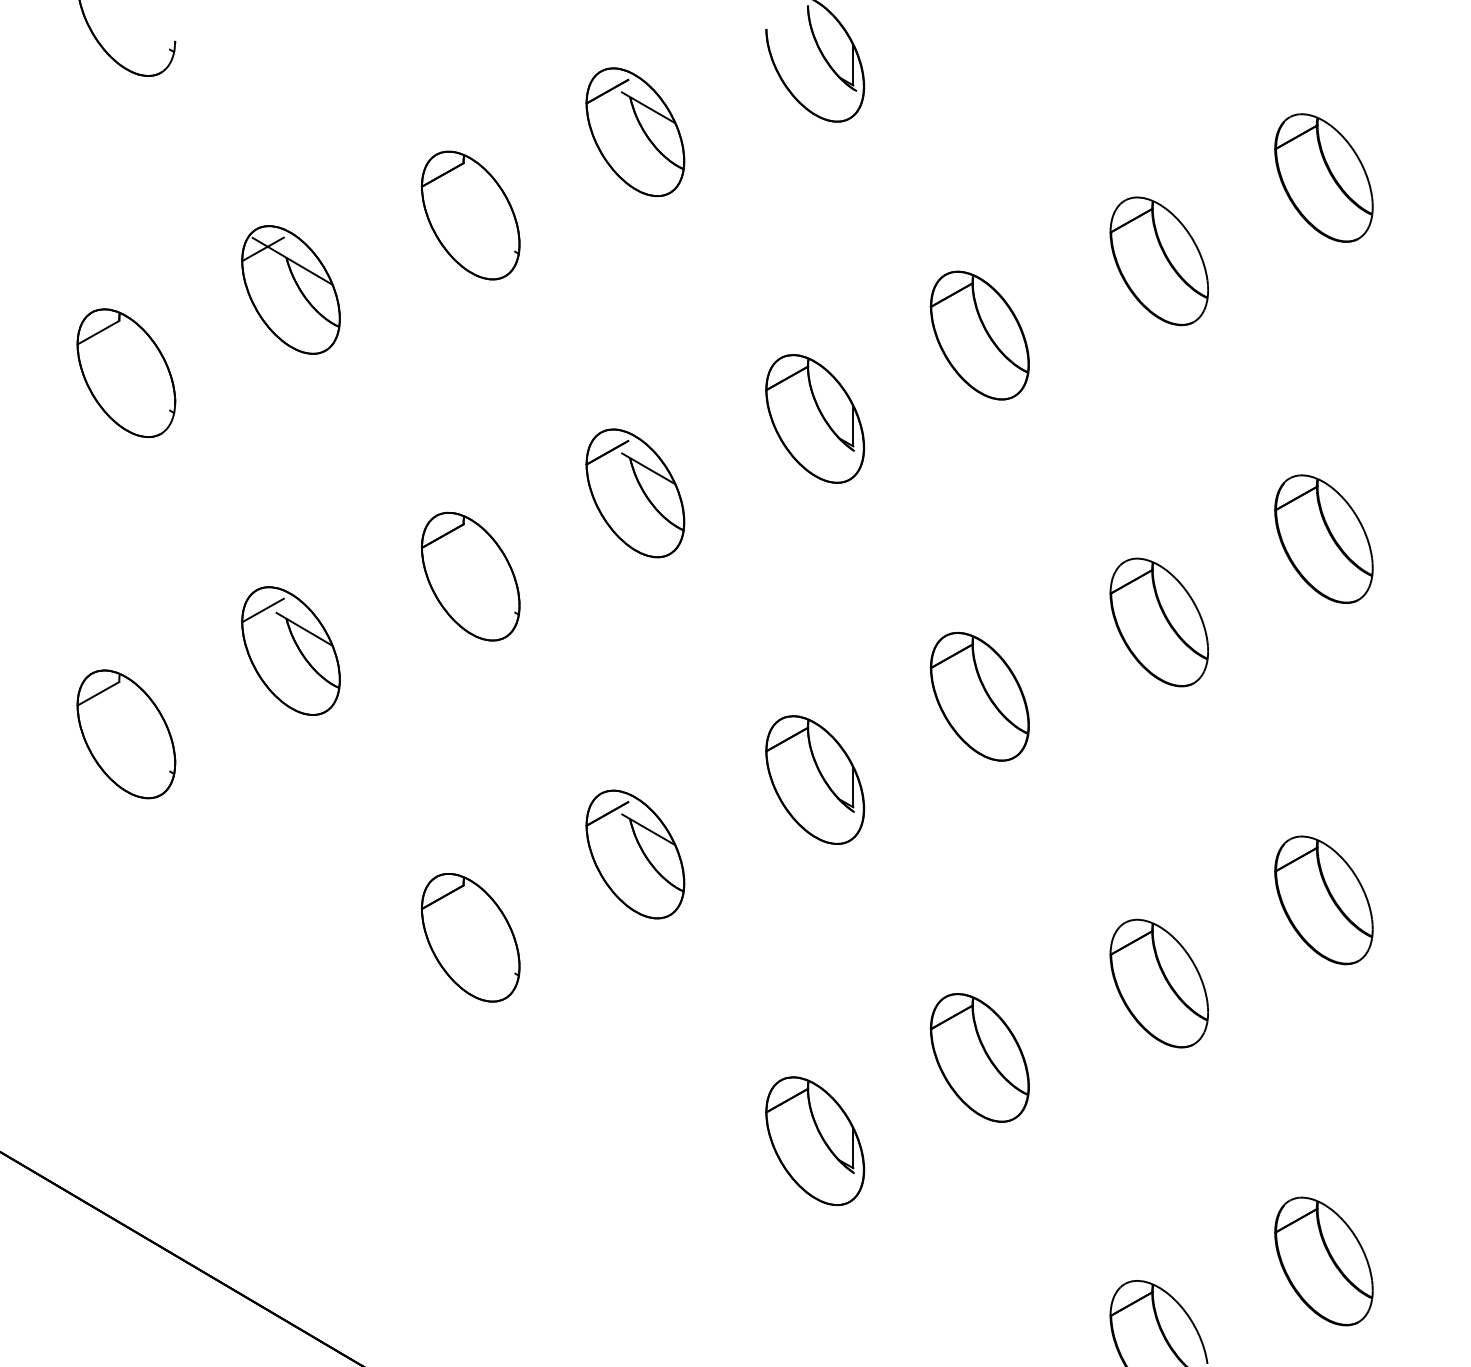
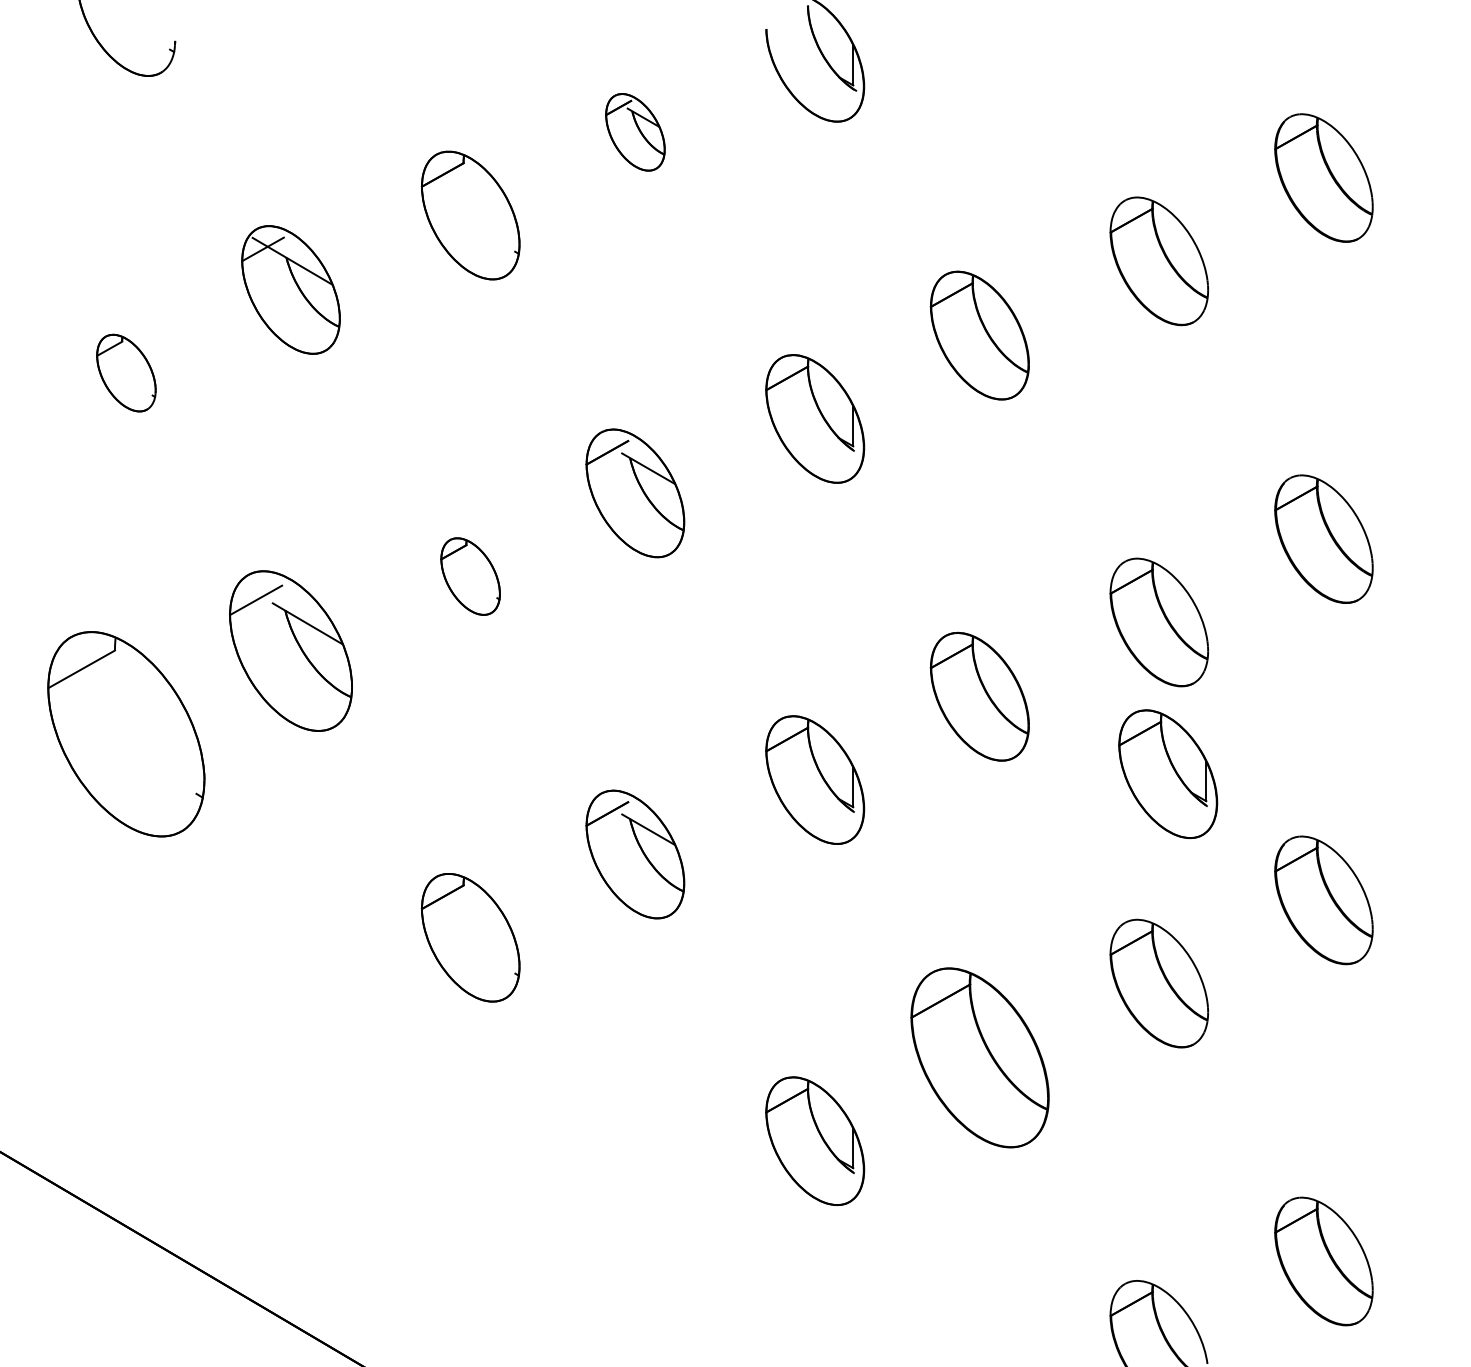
part at (635, 132) size: 101x131 px -> 61x79 px
part at (126, 372) size: 101x130 px -> 61x80 px
part at (470, 576) size: 101x131 px -> 61x79 px
part at (290, 650) size: 100x130 px -> 124x162 px
part at (126, 734) size: 101x131 px -> 159x207 px
part at (1168, 773): none -> present
part at (979, 1057) size: 101x130 px -> 140x182 px
